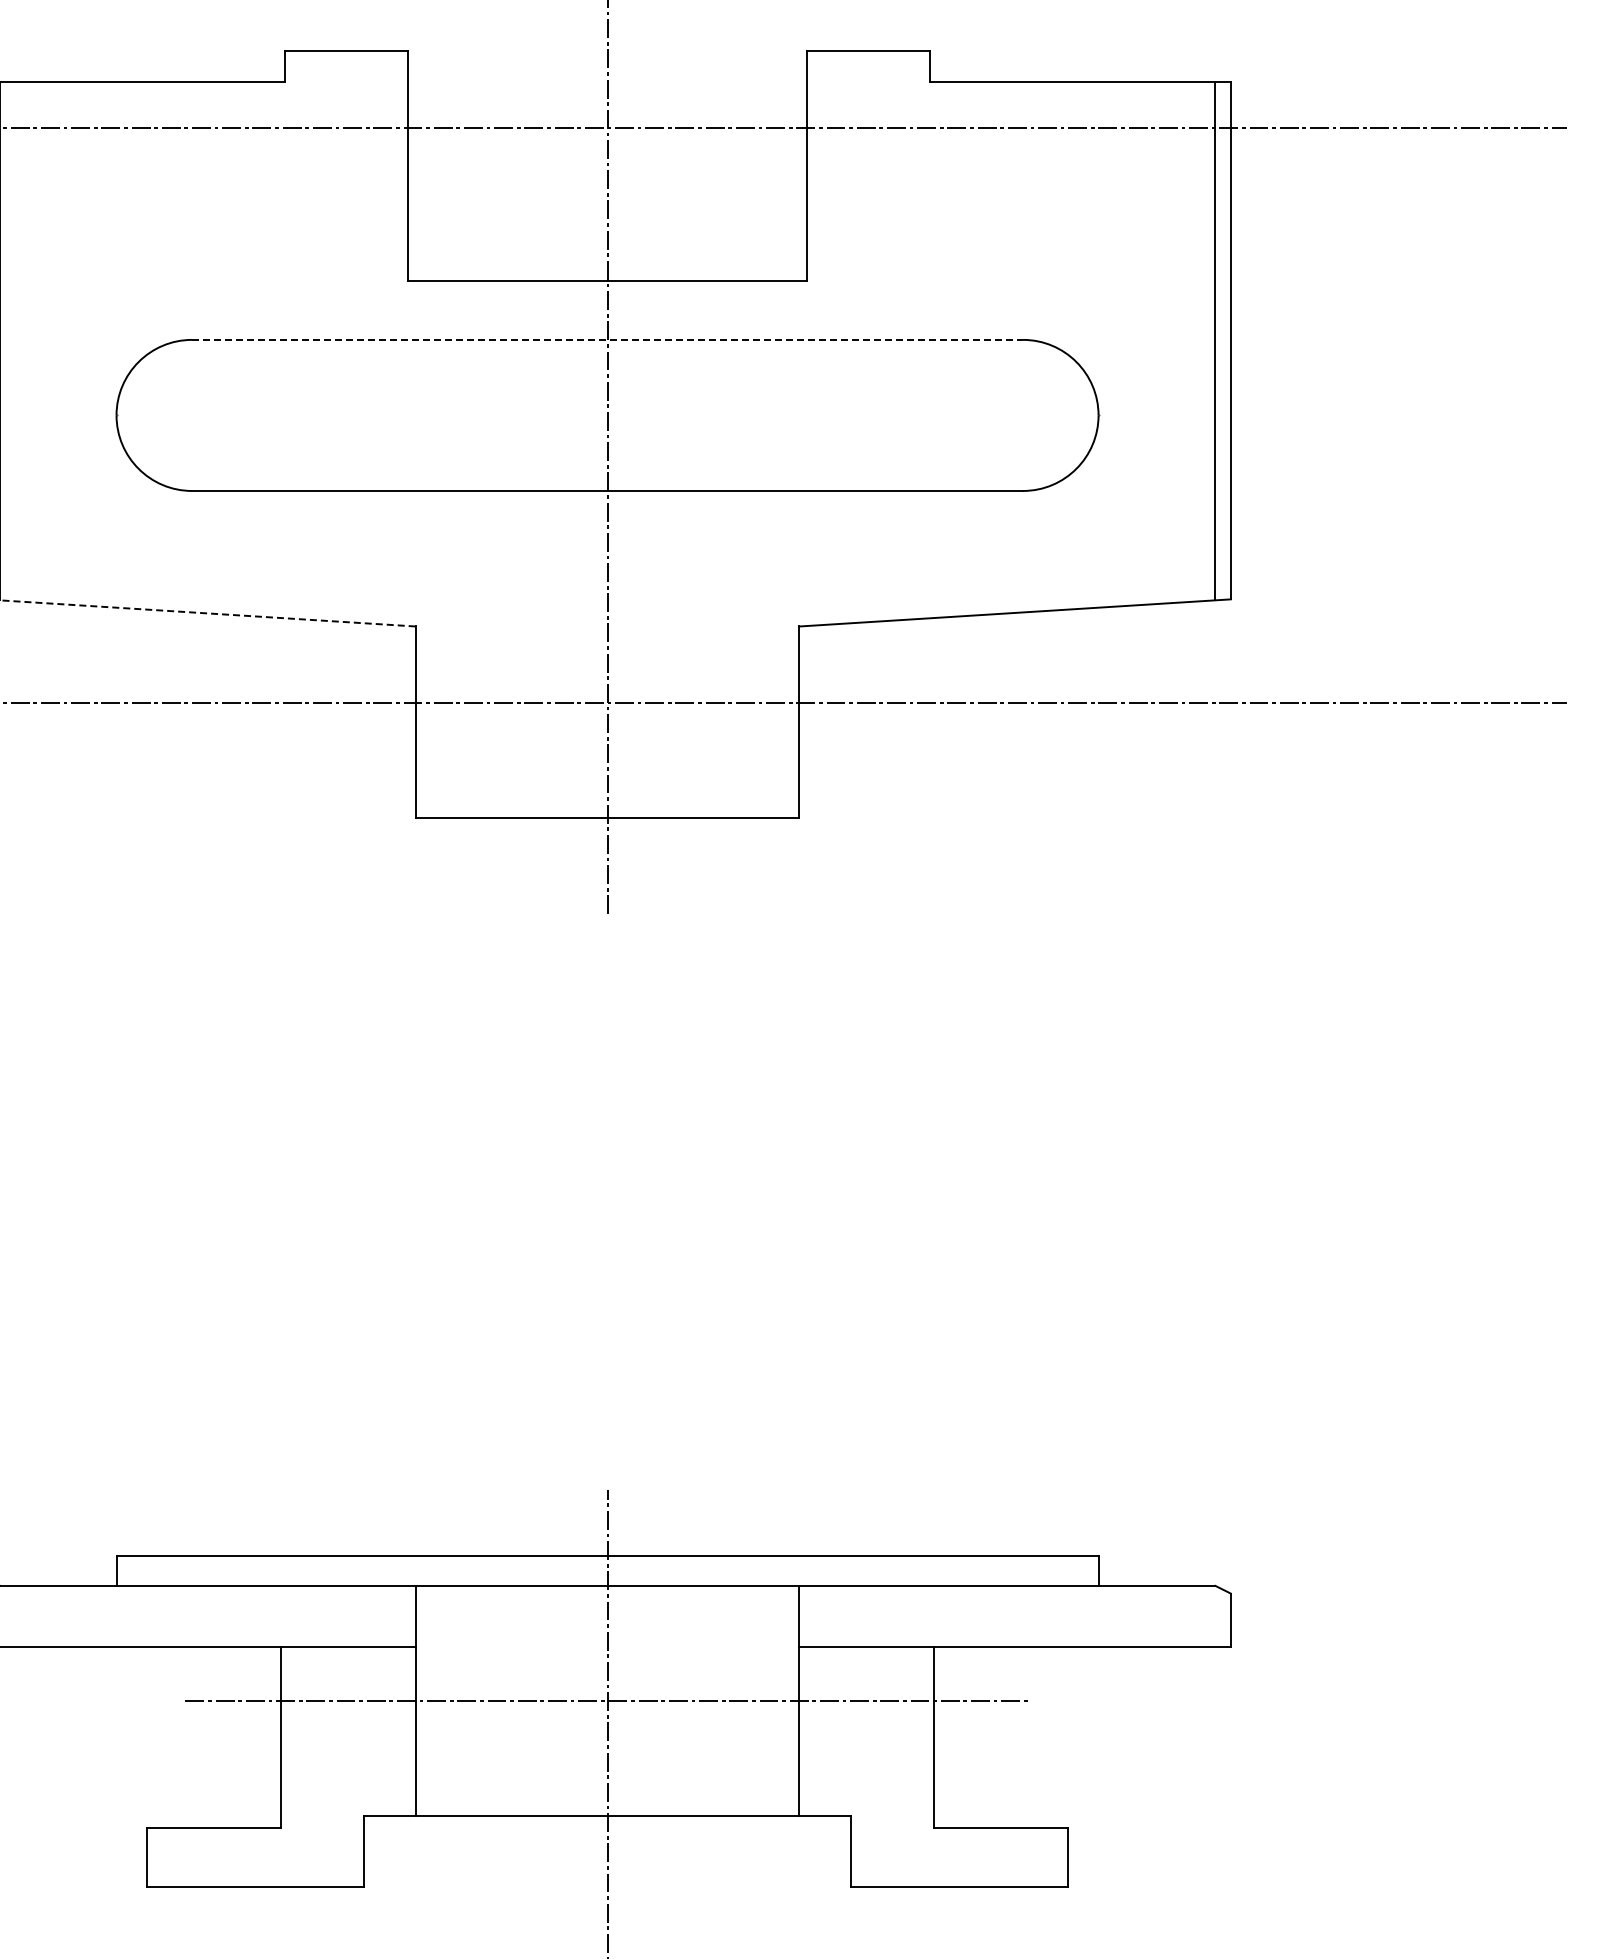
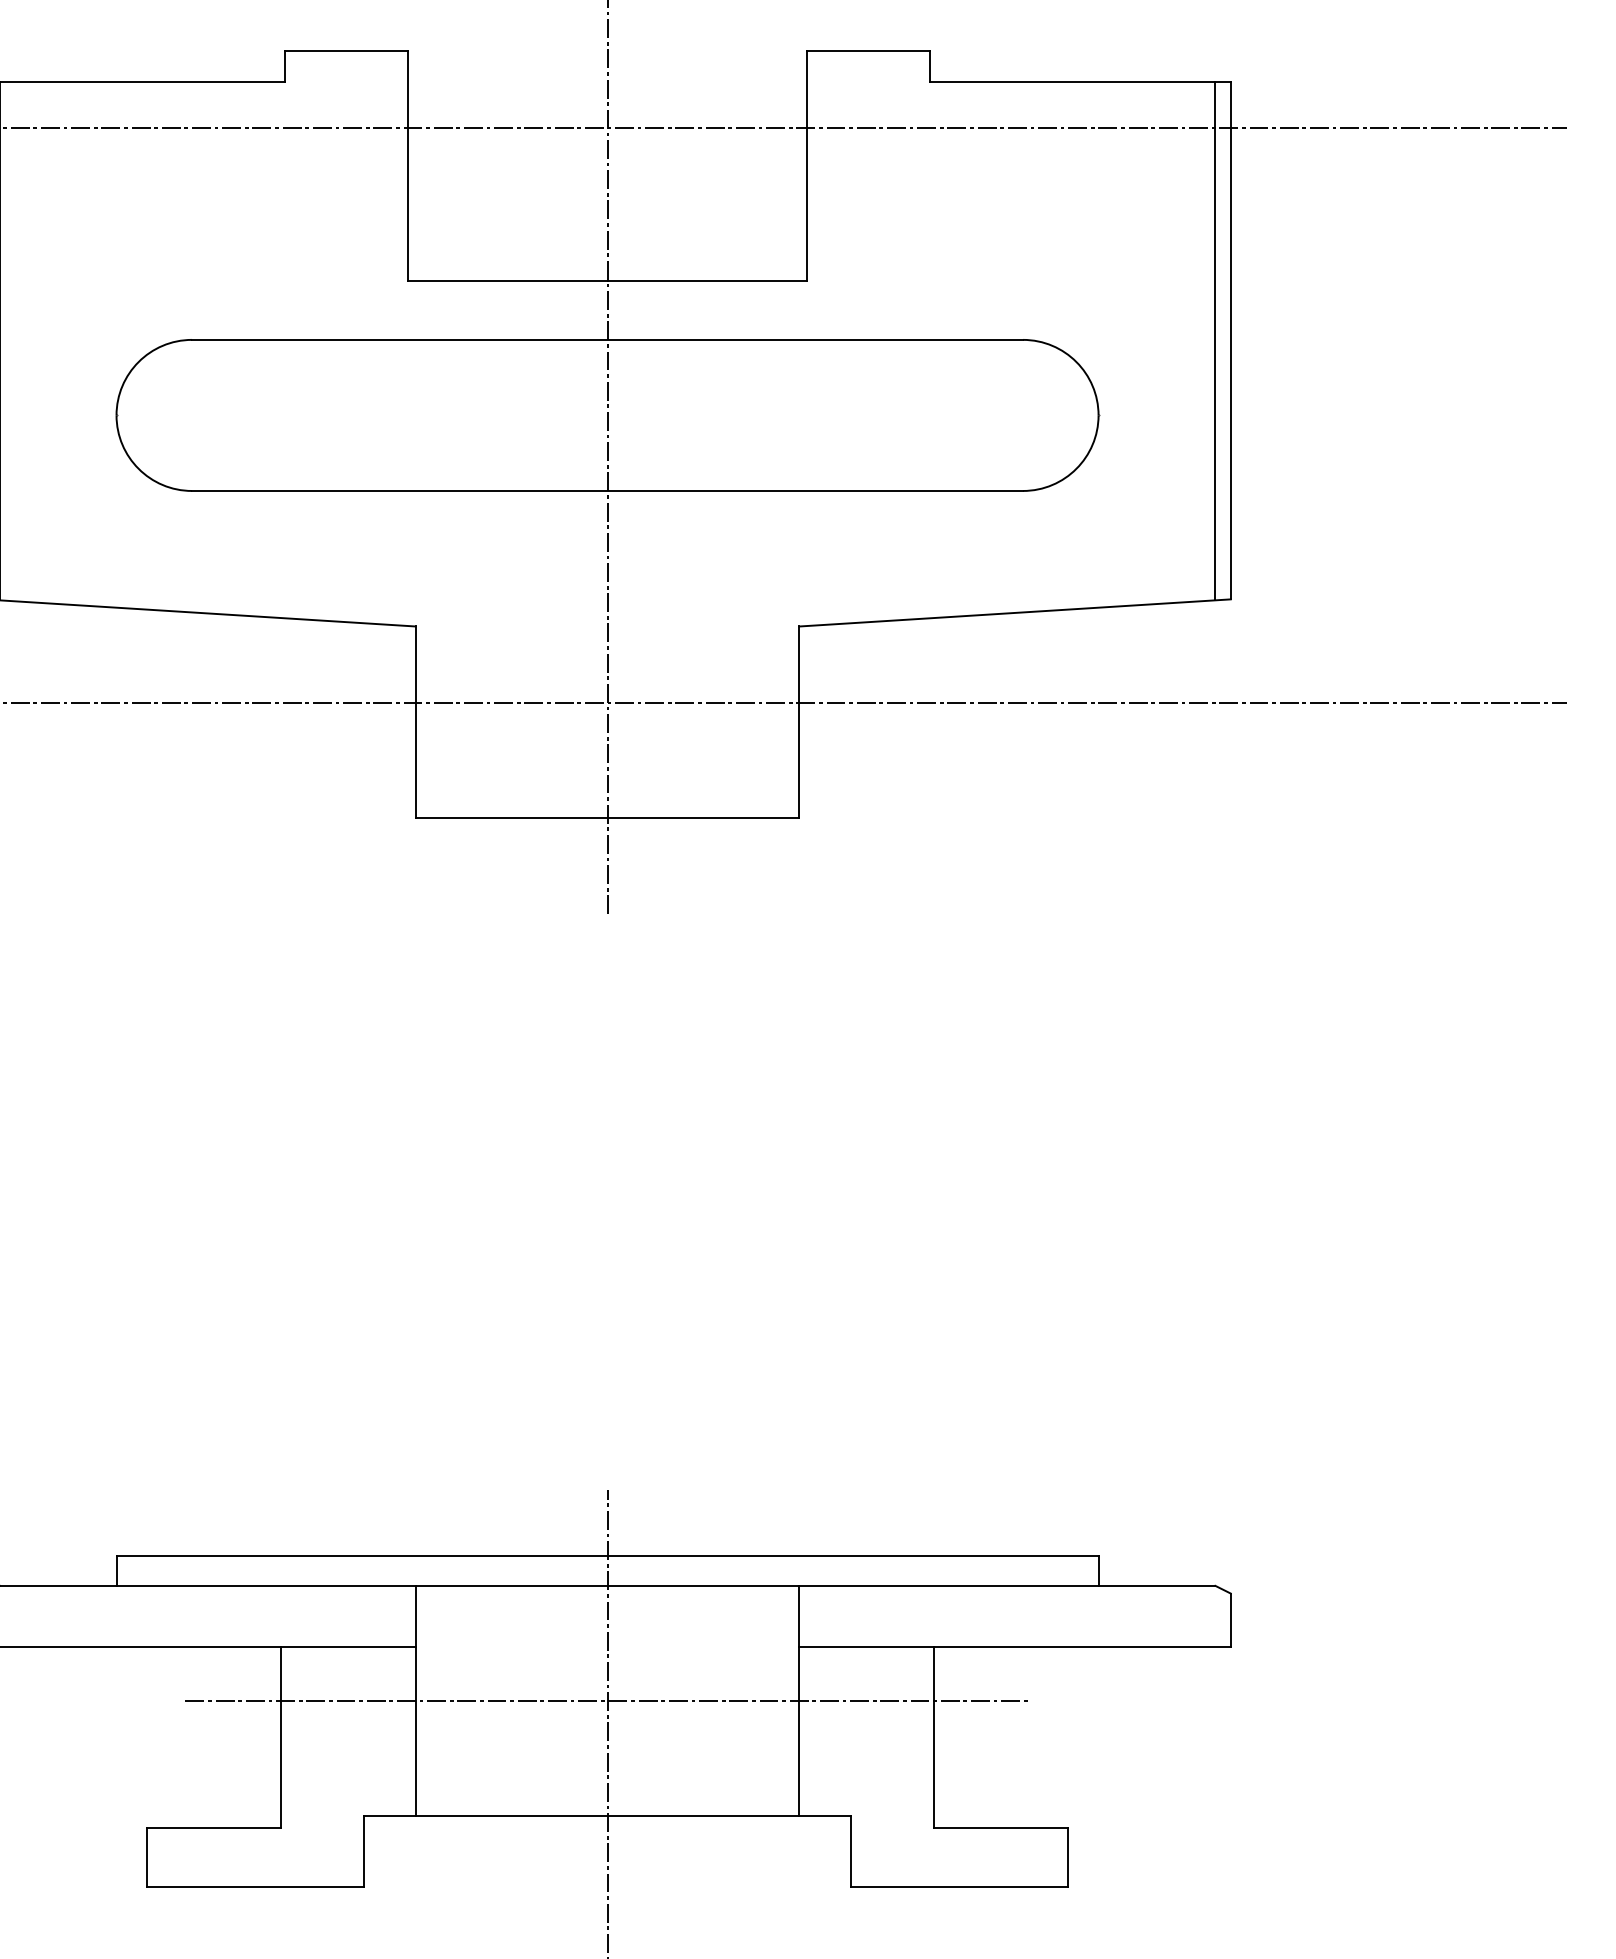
line at (608, 339): dashed -> solid
line at (207, 613): dashed -> solid
